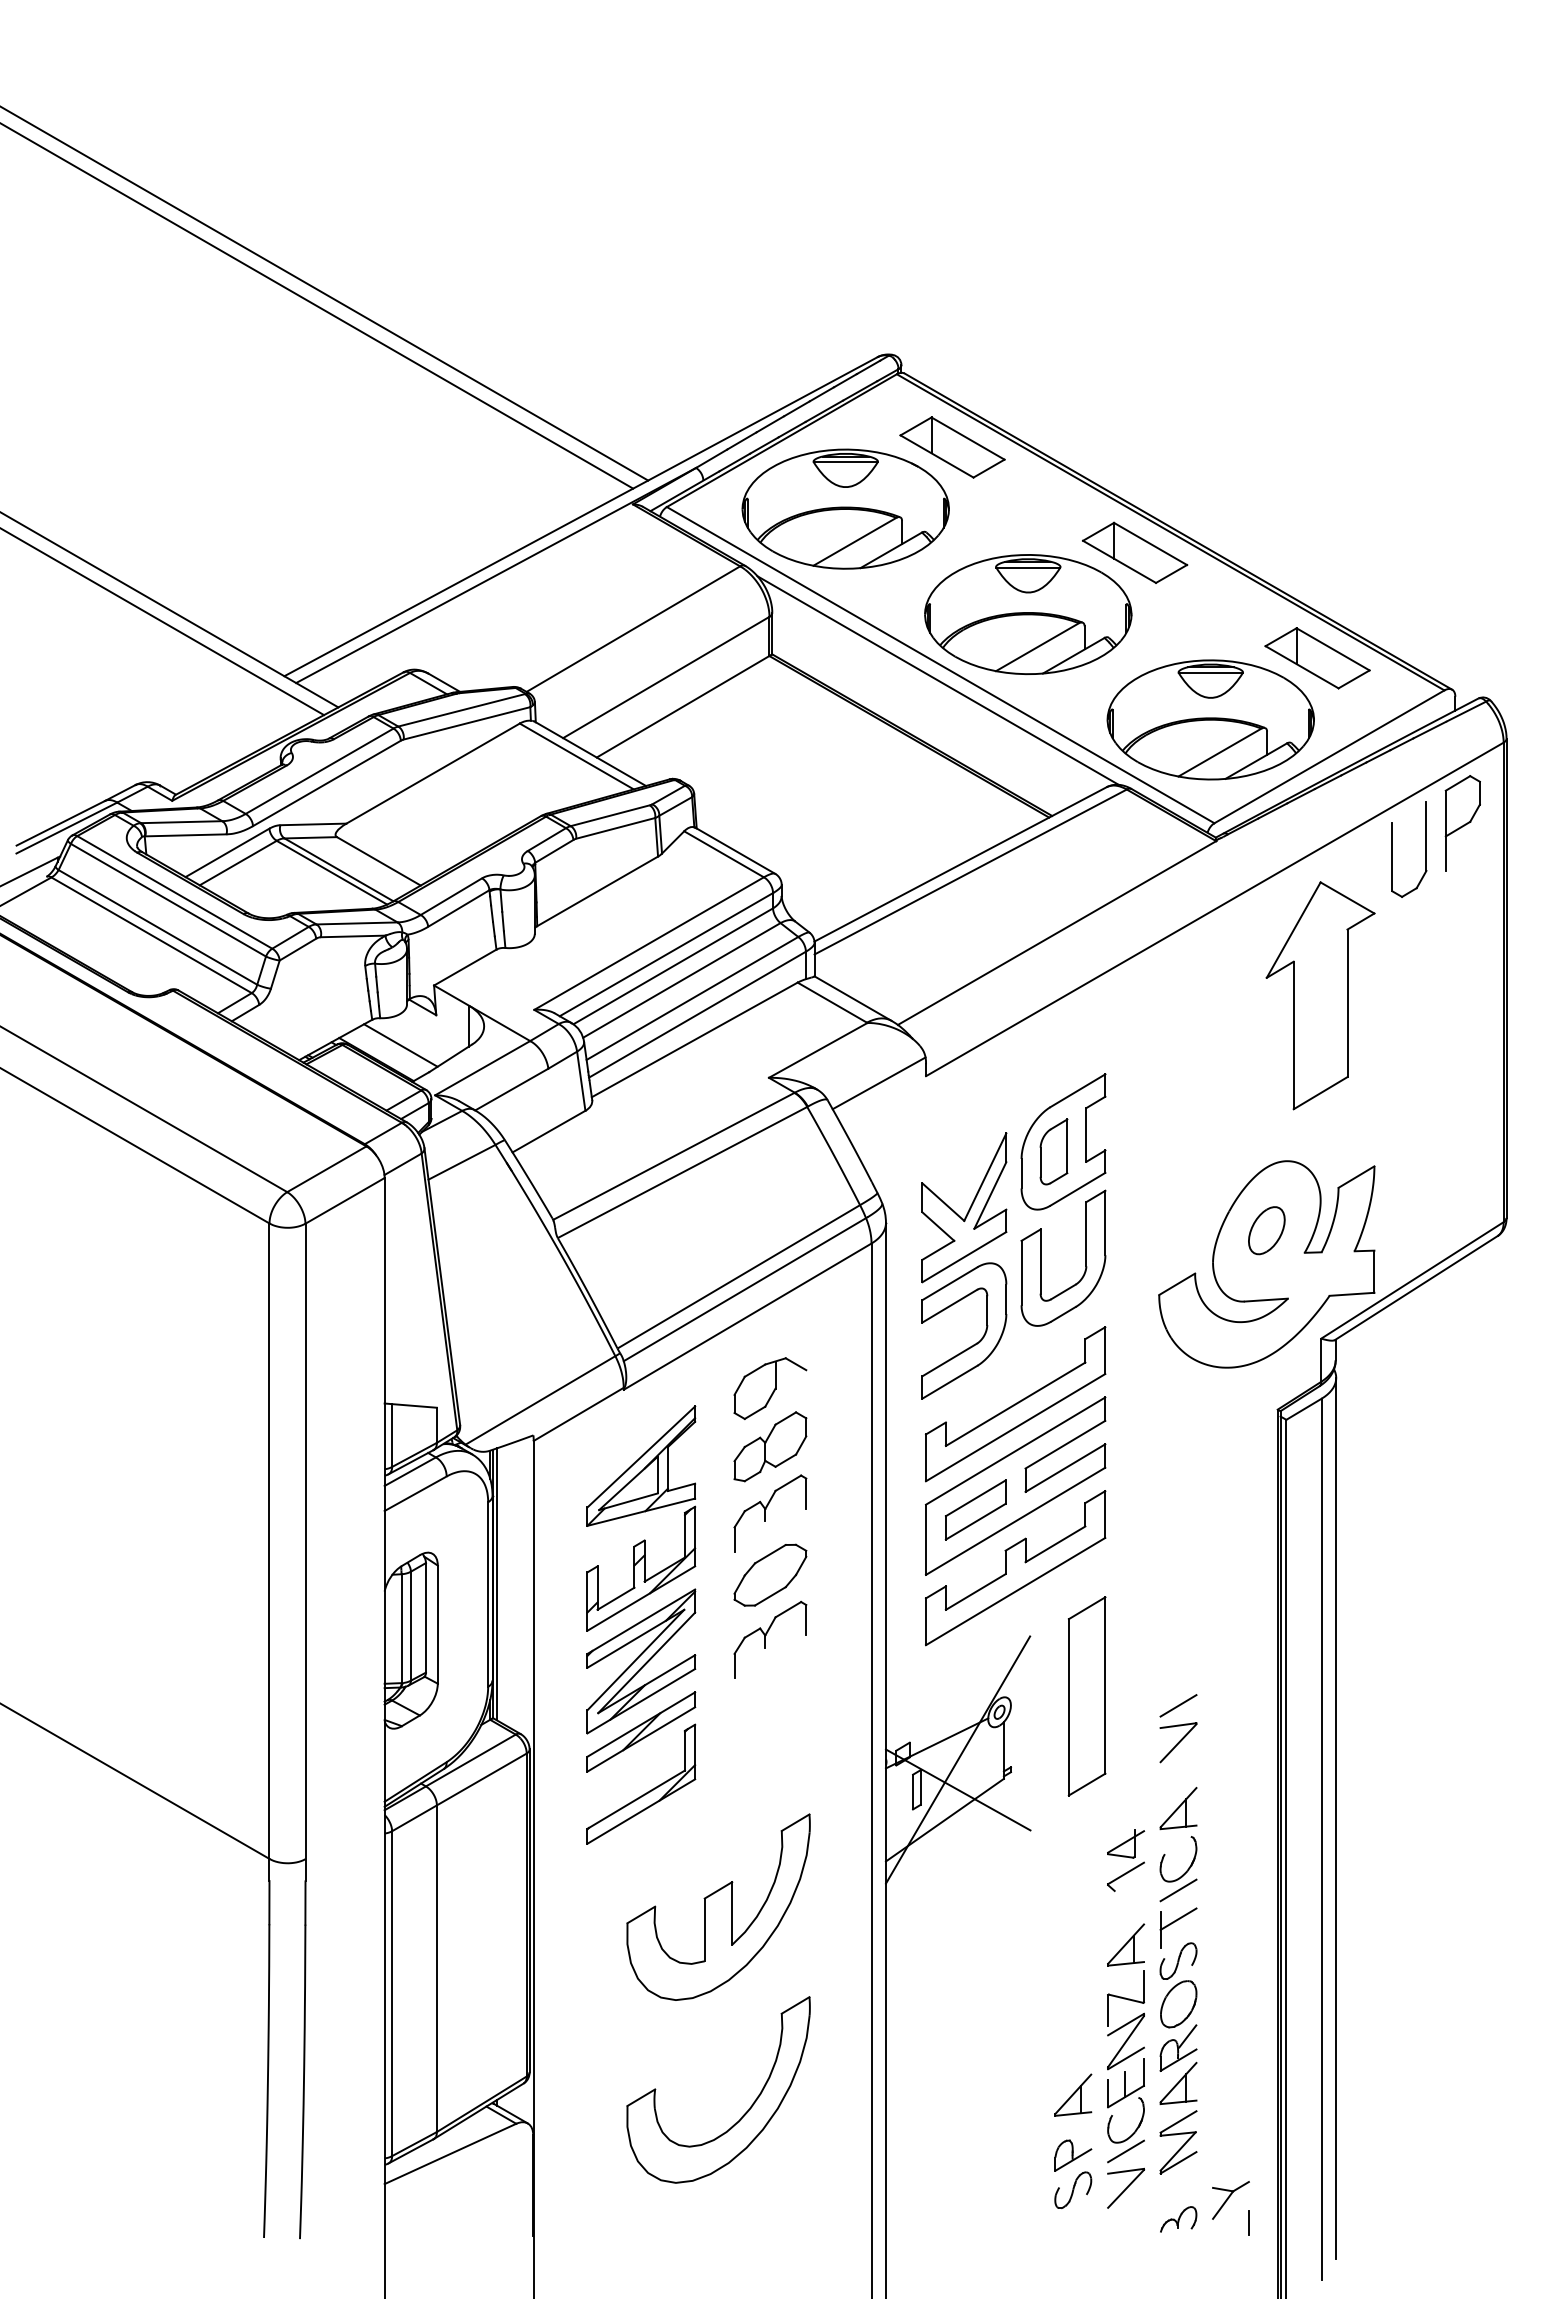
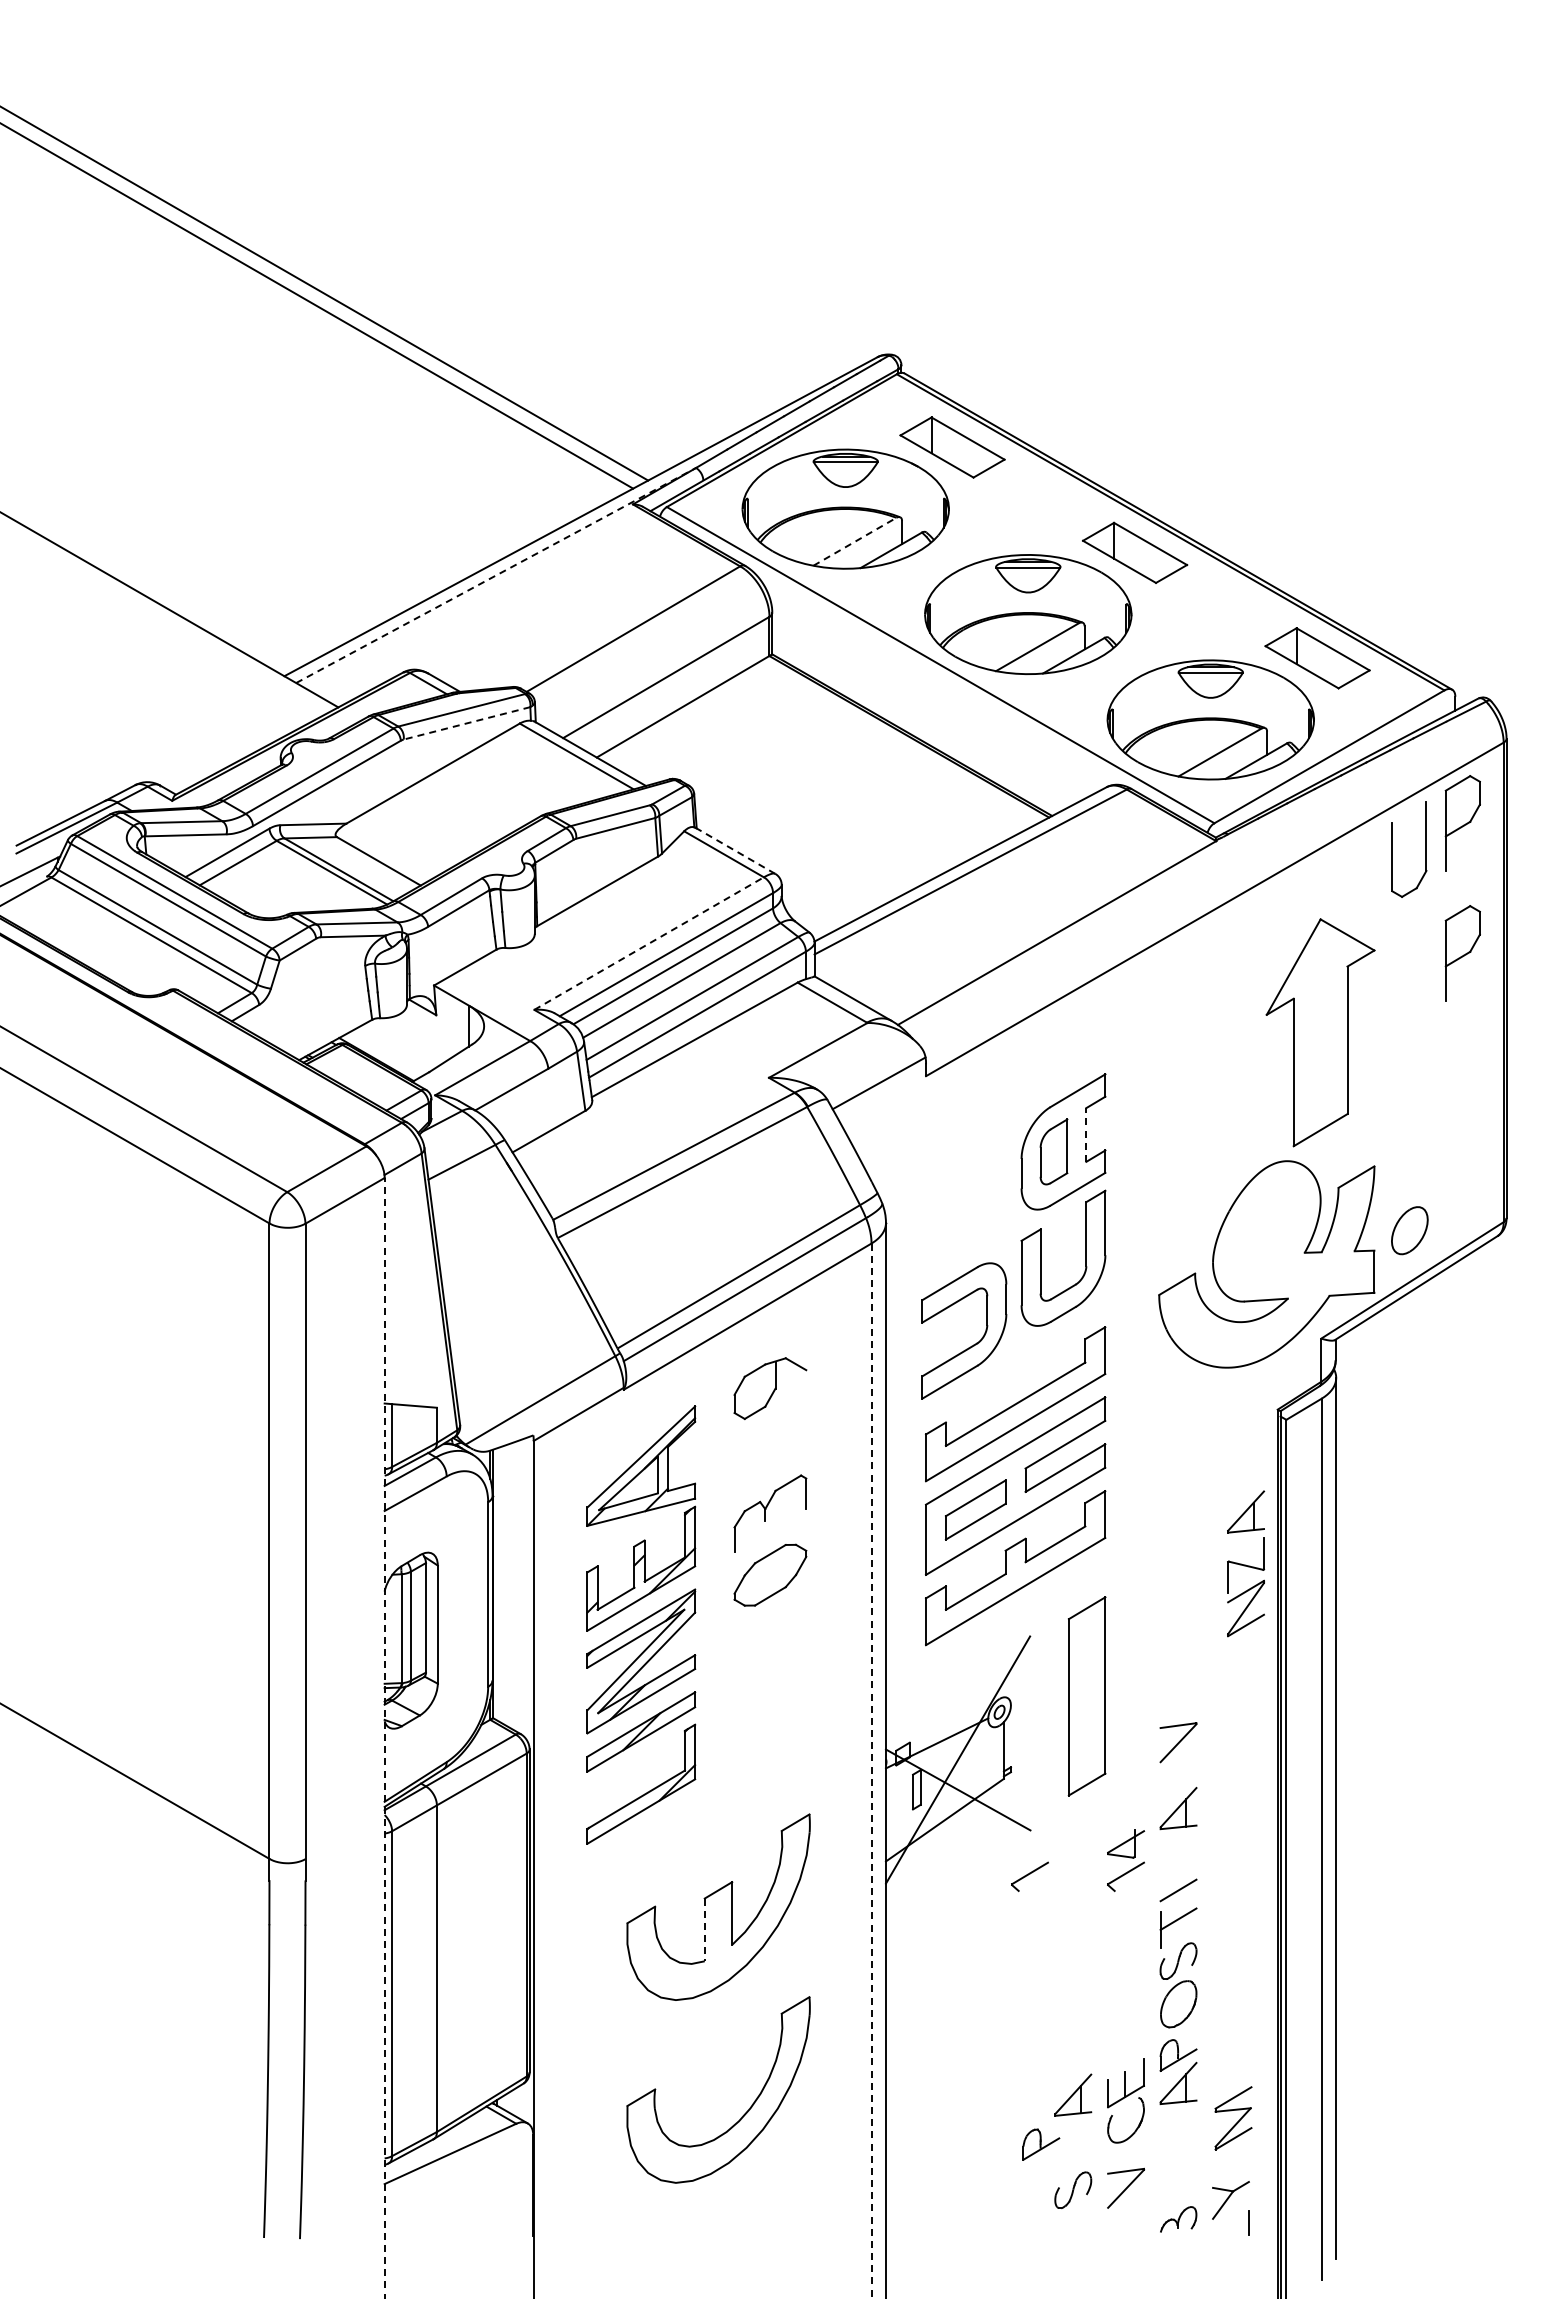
line at (854, 541): solid -> dashed
line at (496, 575): solid -> dashed
line at (163, 622): present -> none
line at (937, 680): present -> none
line at (466, 723): solid -> dashed
line at (734, 850): solid -> dashed
line at (649, 943): solid -> dashed
part at (1462, 953): none -> present
part at (1320, 995) position: (1320, 995) -> (1320, 1032)
line at (400, 1045): present -> none
line at (1086, 1135): solid -> dashed
part at (964, 1207): present -> none
part at (1266, 1230) position: (1266, 1230) -> (1409, 1230)
part at (770, 1446): present -> none
line at (496, 1584): present -> none
part at (770, 1639): present -> none
line at (1178, 1705): present -> none
line at (384, 1737): solid -> dashed
line at (871, 1771): solid -> dashed
part at (1188, 1867): present -> none
part at (1029, 1876): none -> present
line at (704, 1930): solid -> dashed
part at (1126, 1996) position: (1126, 1996) -> (1246, 1563)
line at (1187, 2036): present -> none
part at (1178, 2142) position: (1178, 2142) -> (1233, 2118)
line at (1126, 2151): present -> none
part at (1073, 2155) position: (1073, 2155) -> (1041, 2144)
